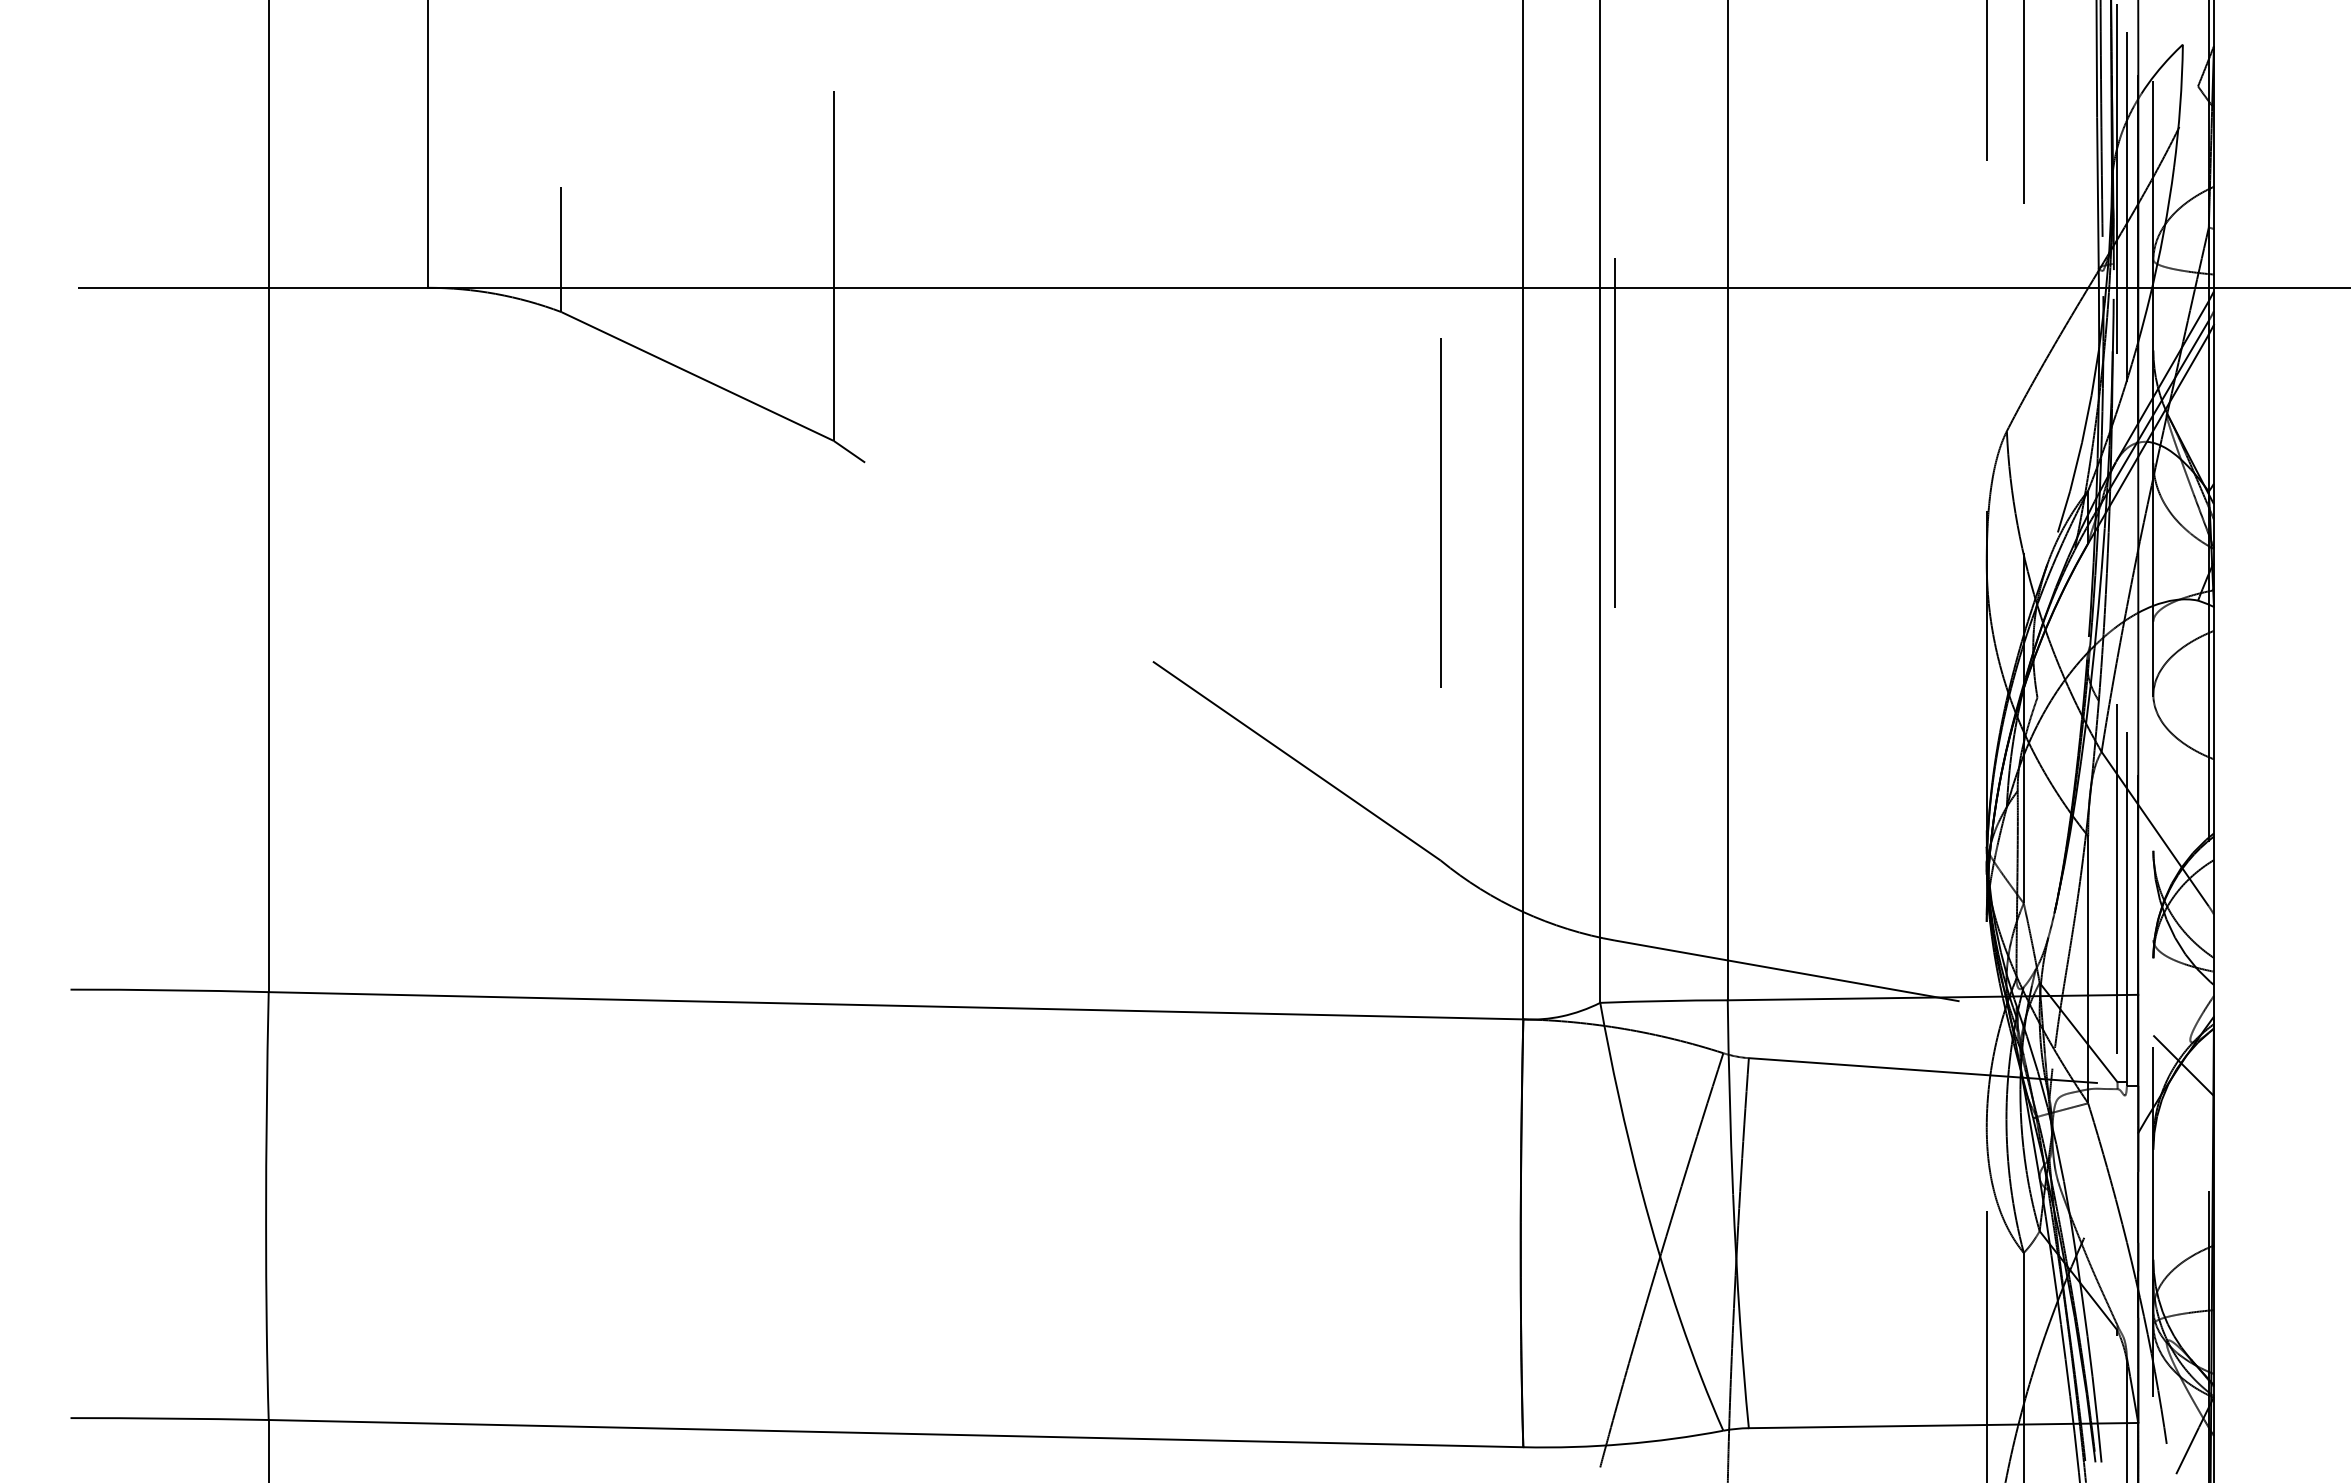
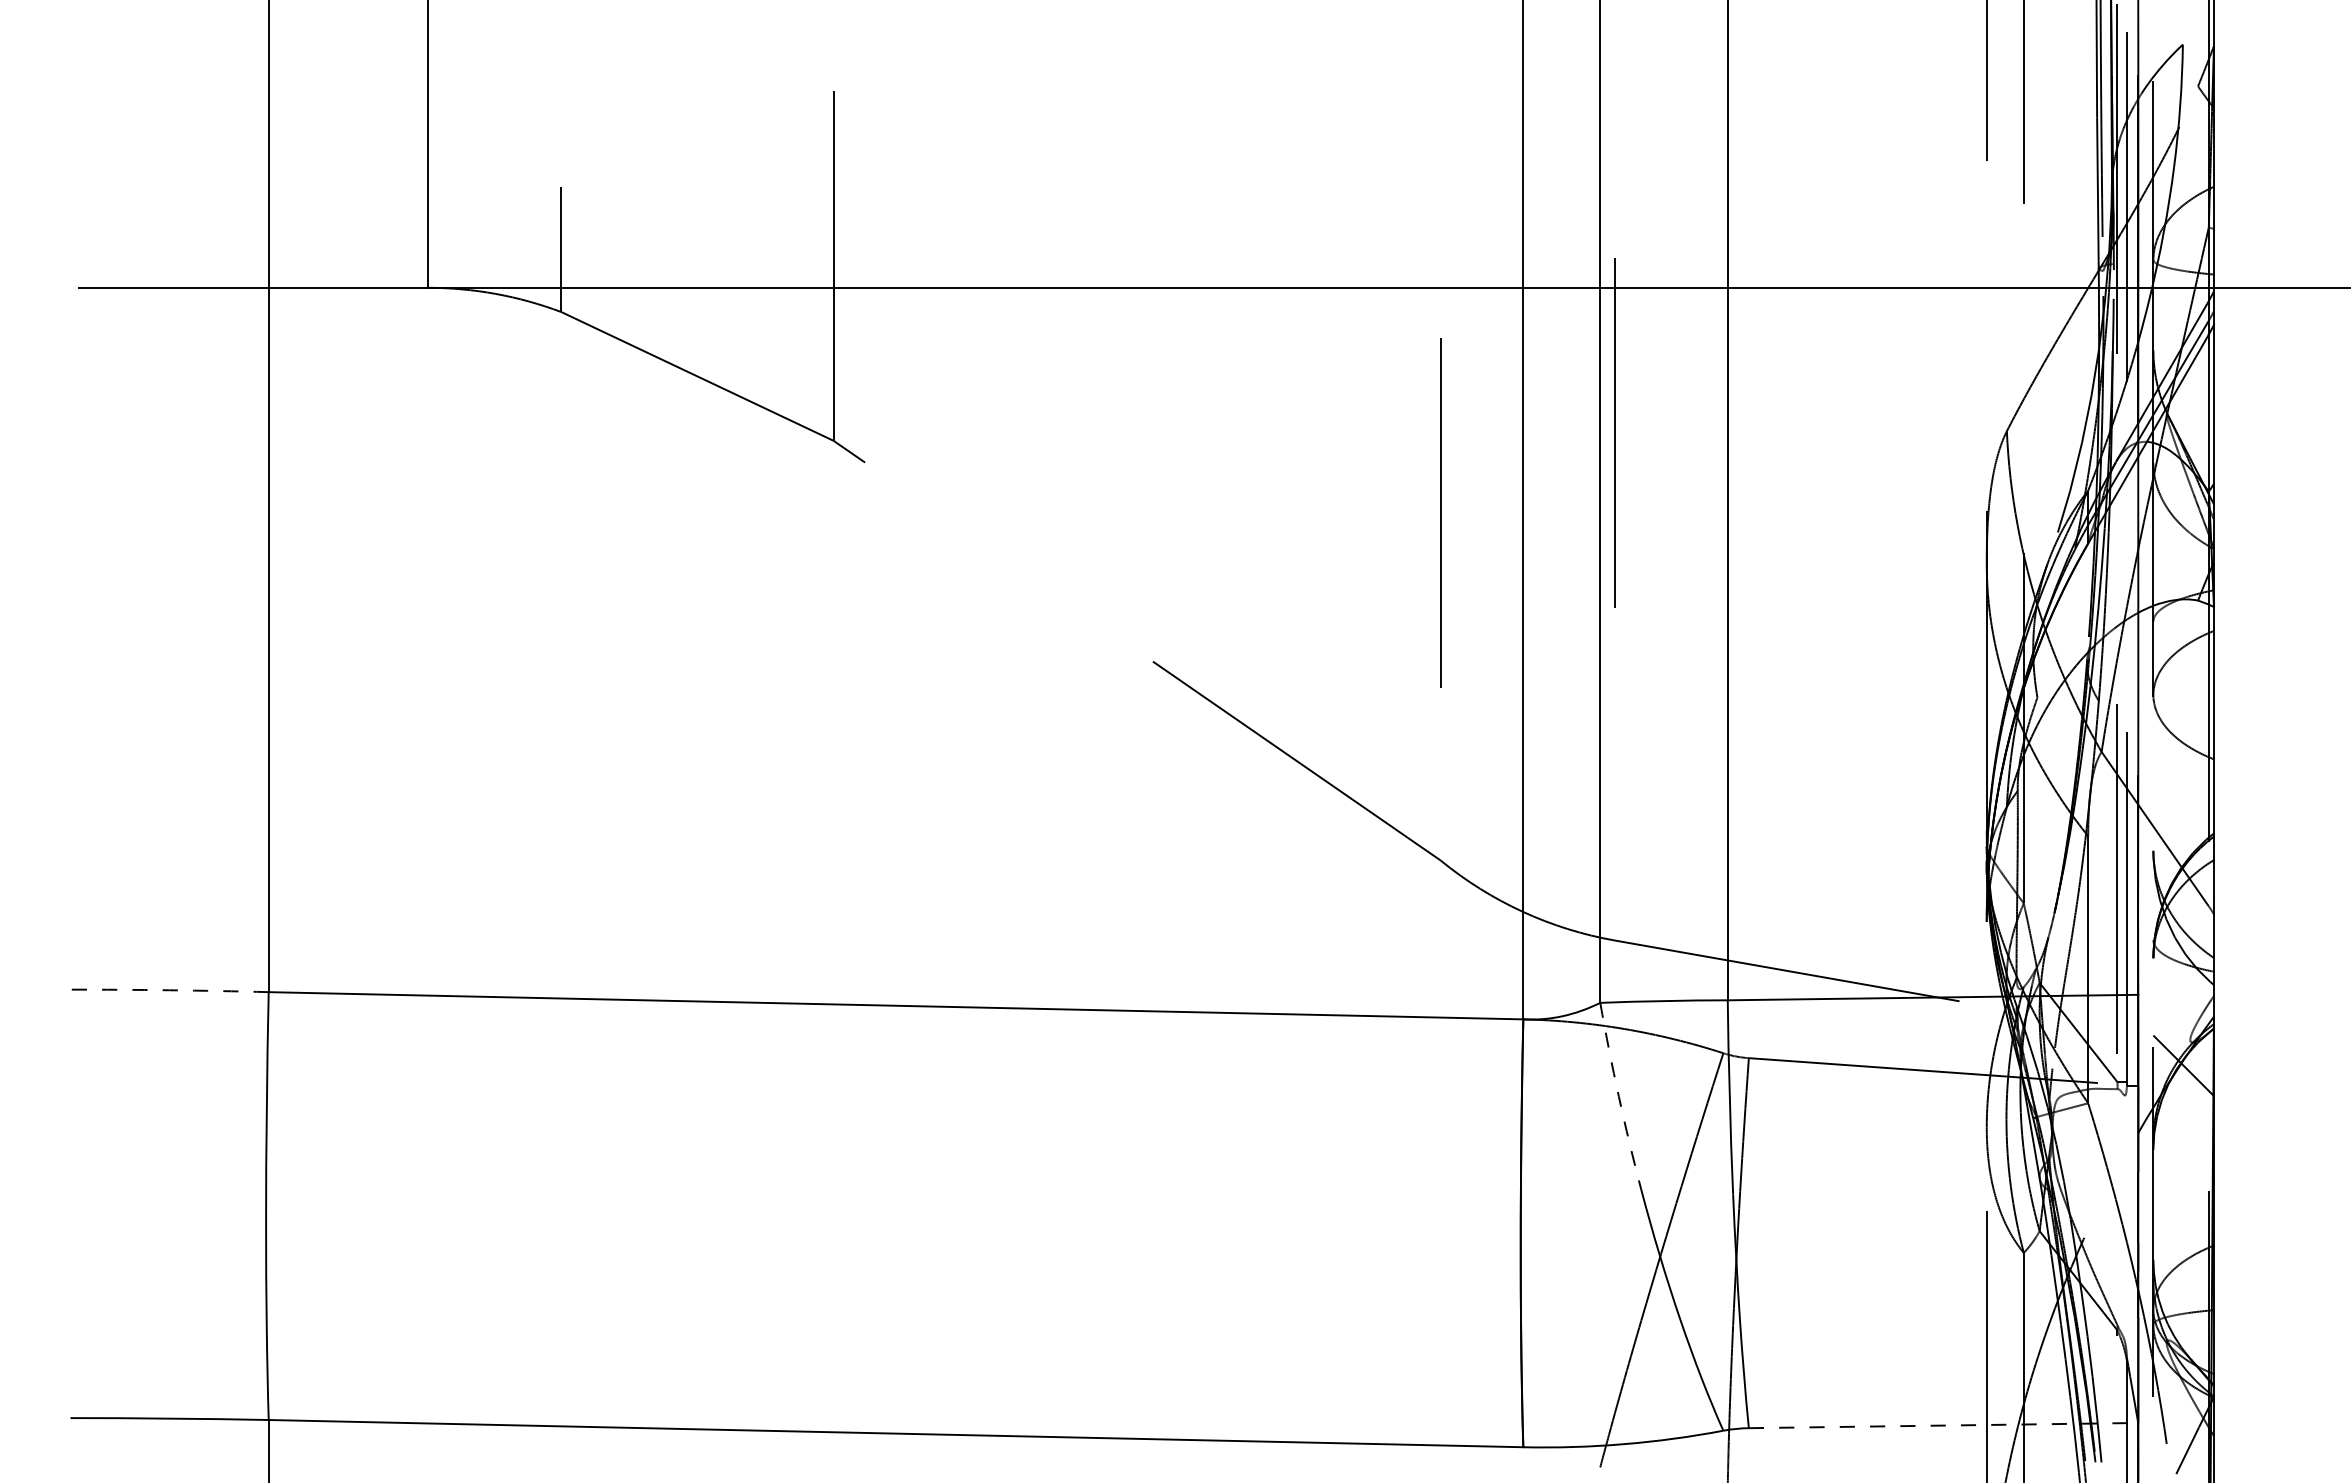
arc at (169, 990): solid -> dashed
arc at (1618, 1096): solid -> dashed
line at (1943, 1425): solid -> dashed
